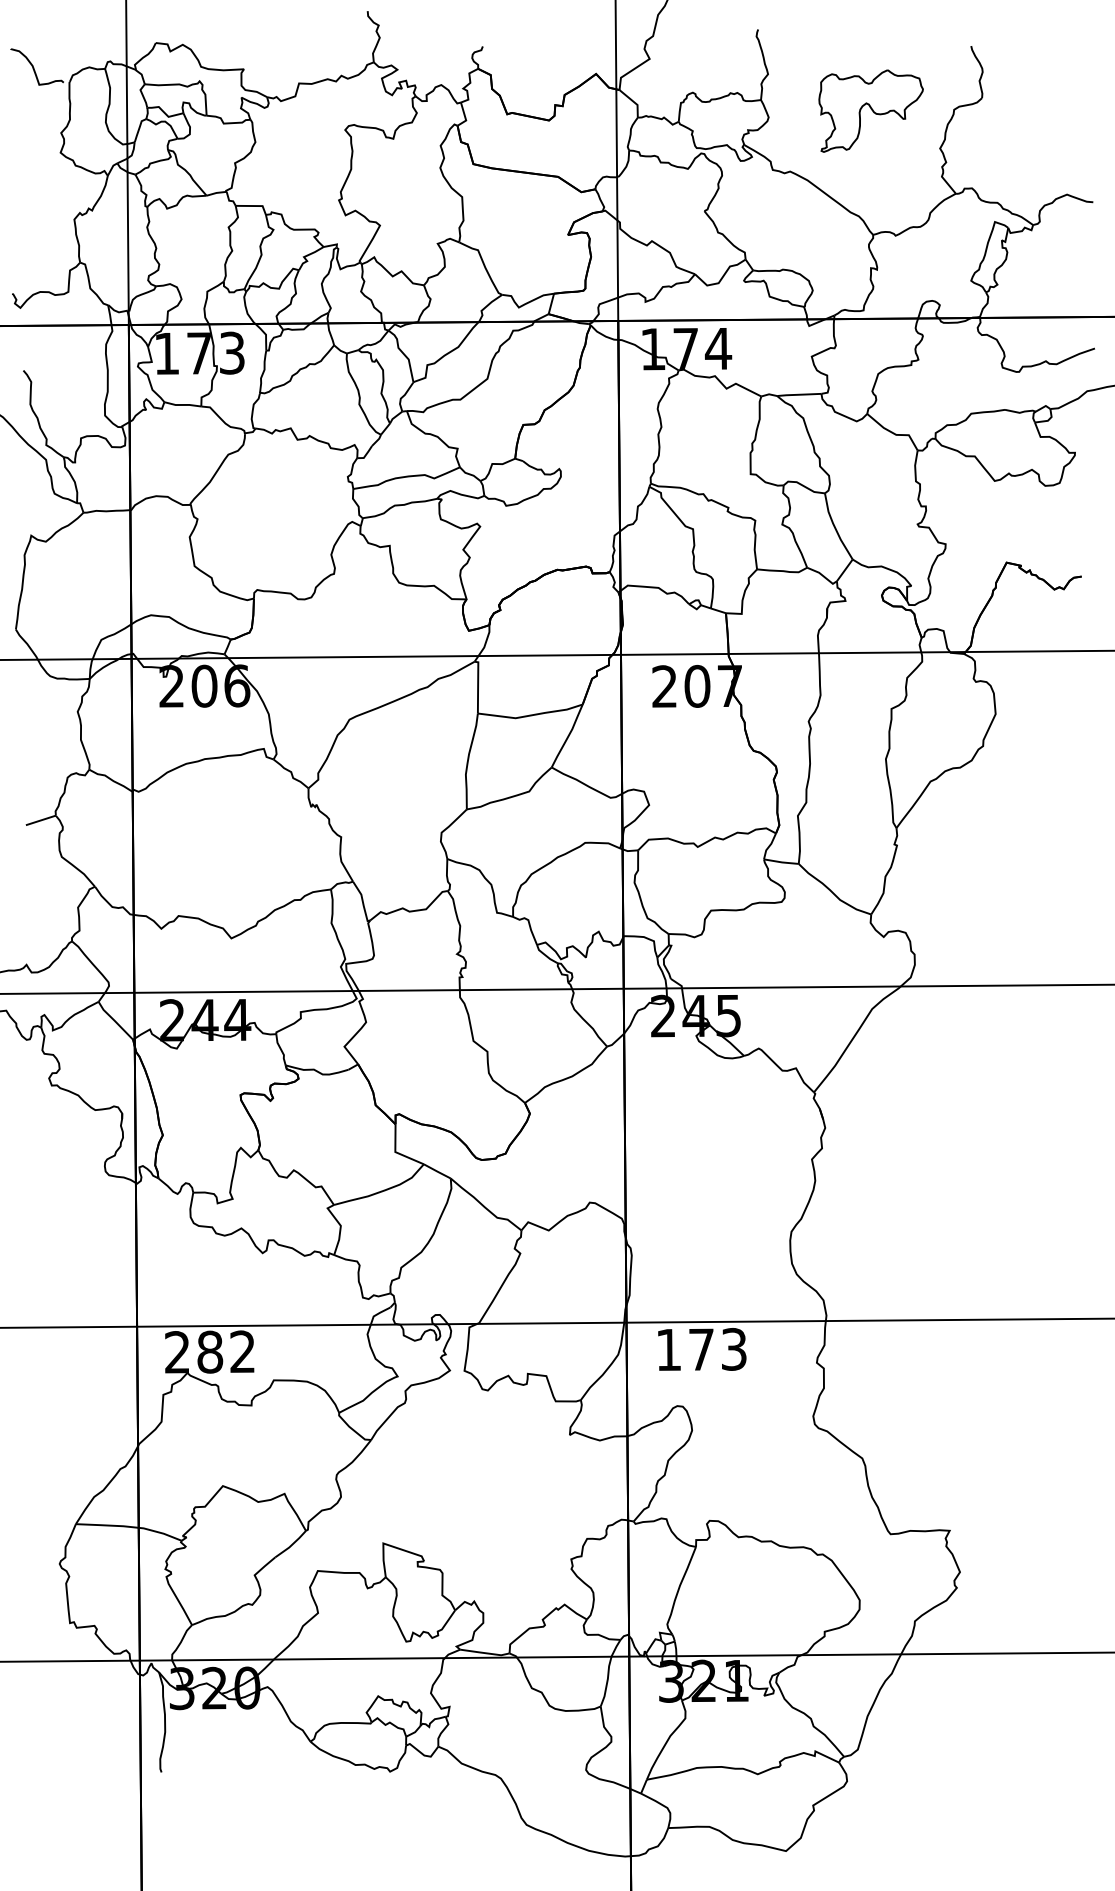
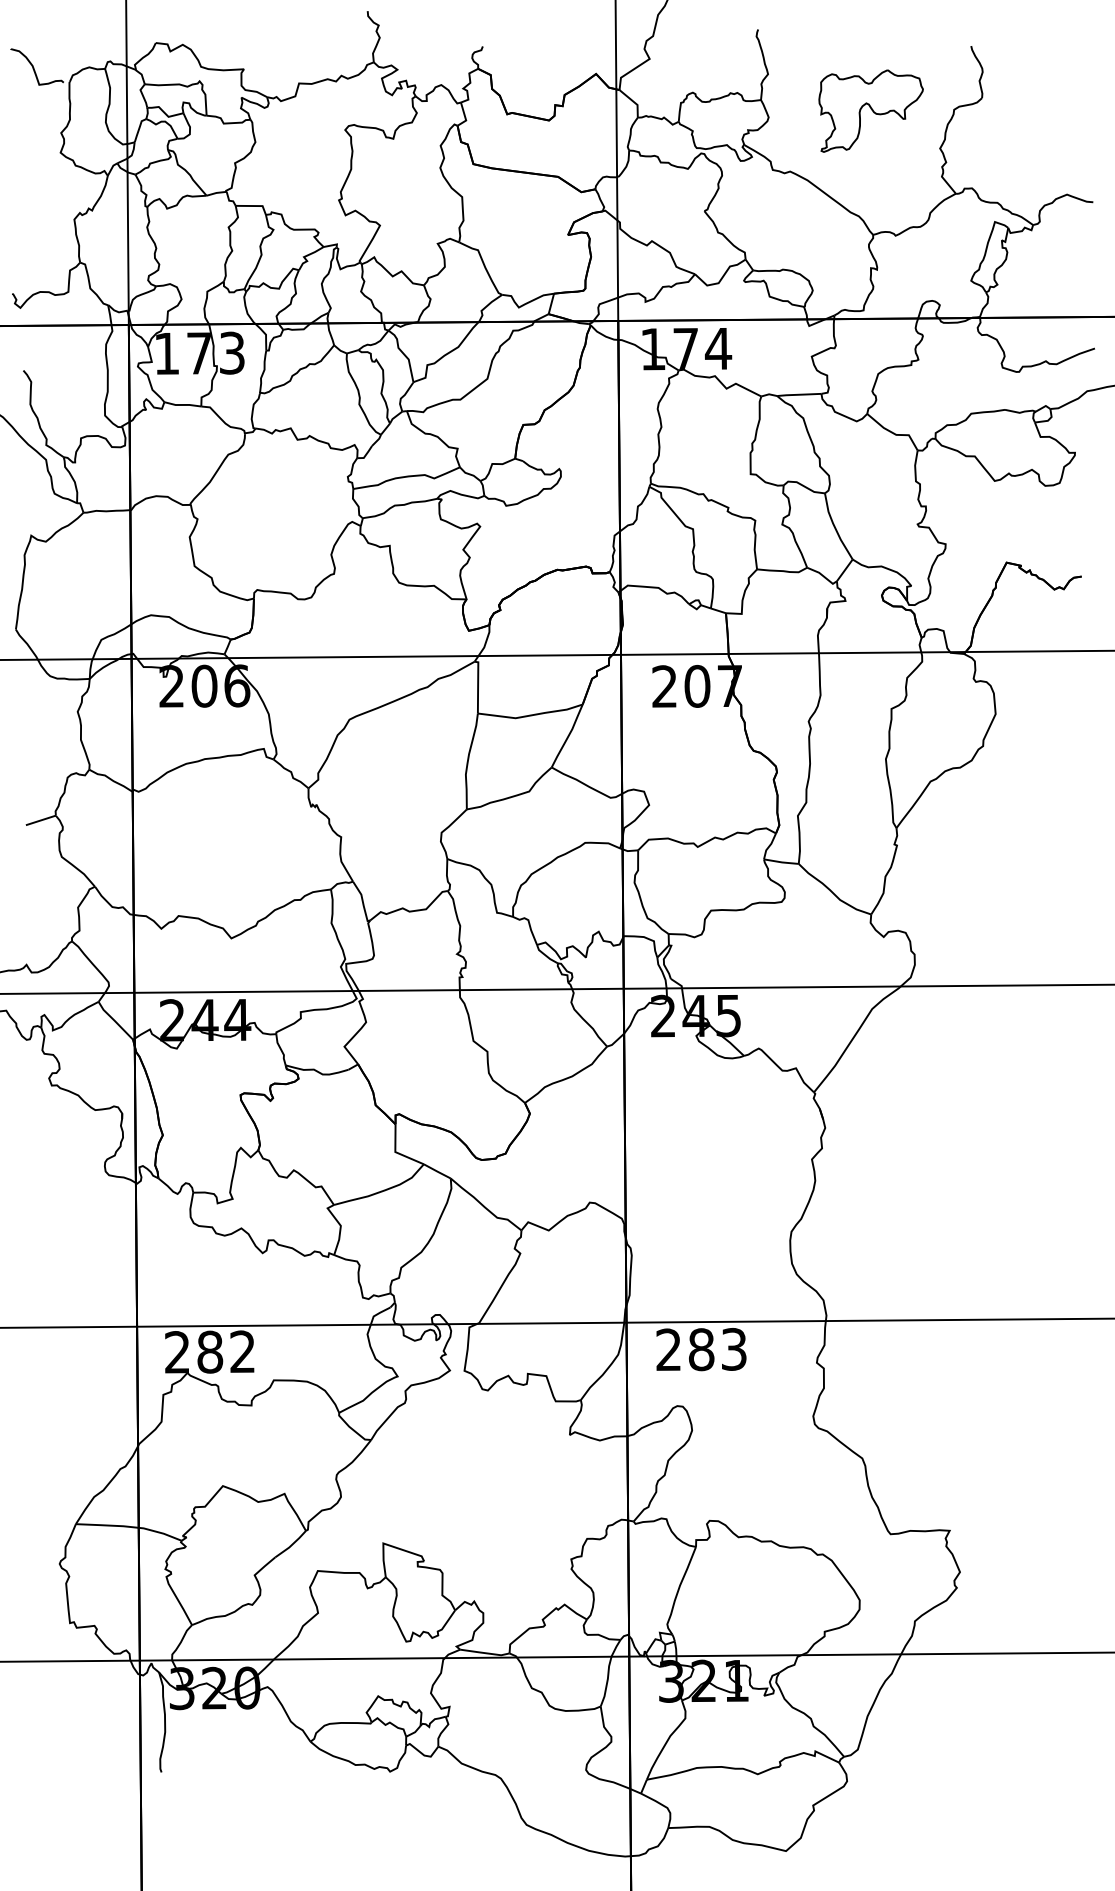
text at (685, 1349): 173 -> 283
